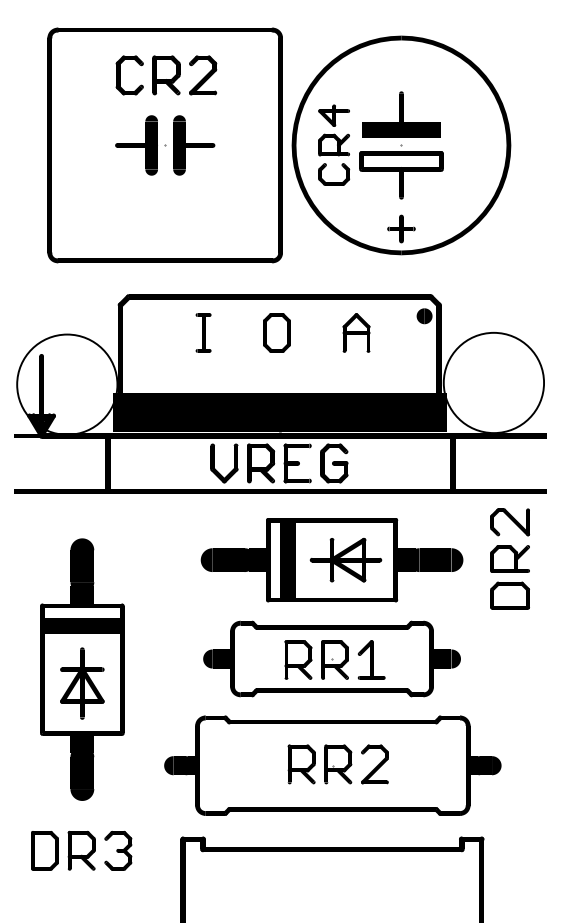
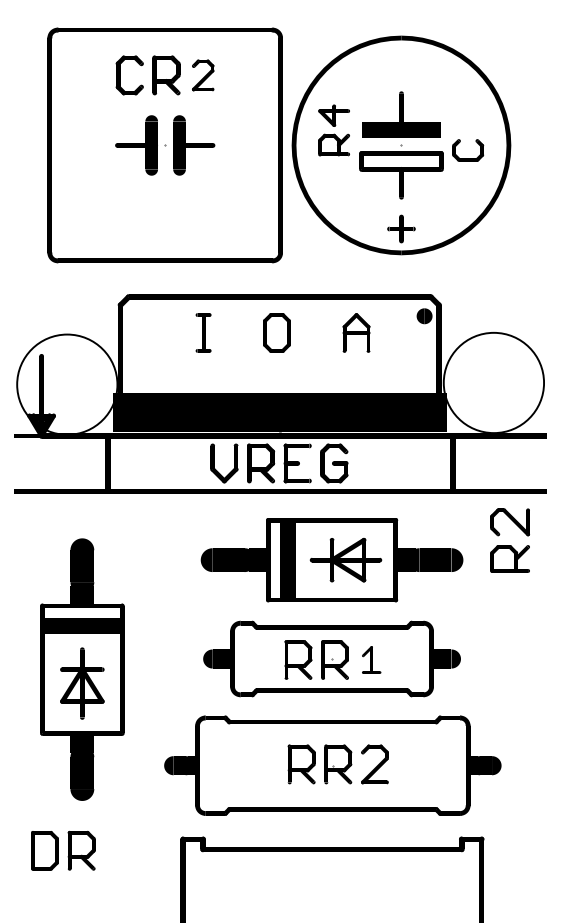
part at (203, 75) size: 29x41 px -> 23x33 px
part at (334, 182) position: (334, 182) -> (468, 158)
part at (509, 595): present -> none
part at (371, 659) size: 29x40 px -> 20x28 px
part at (118, 850): present -> none
